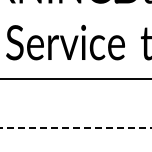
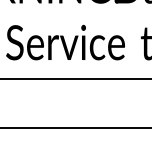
line at (75, 127): dashed -> solid
